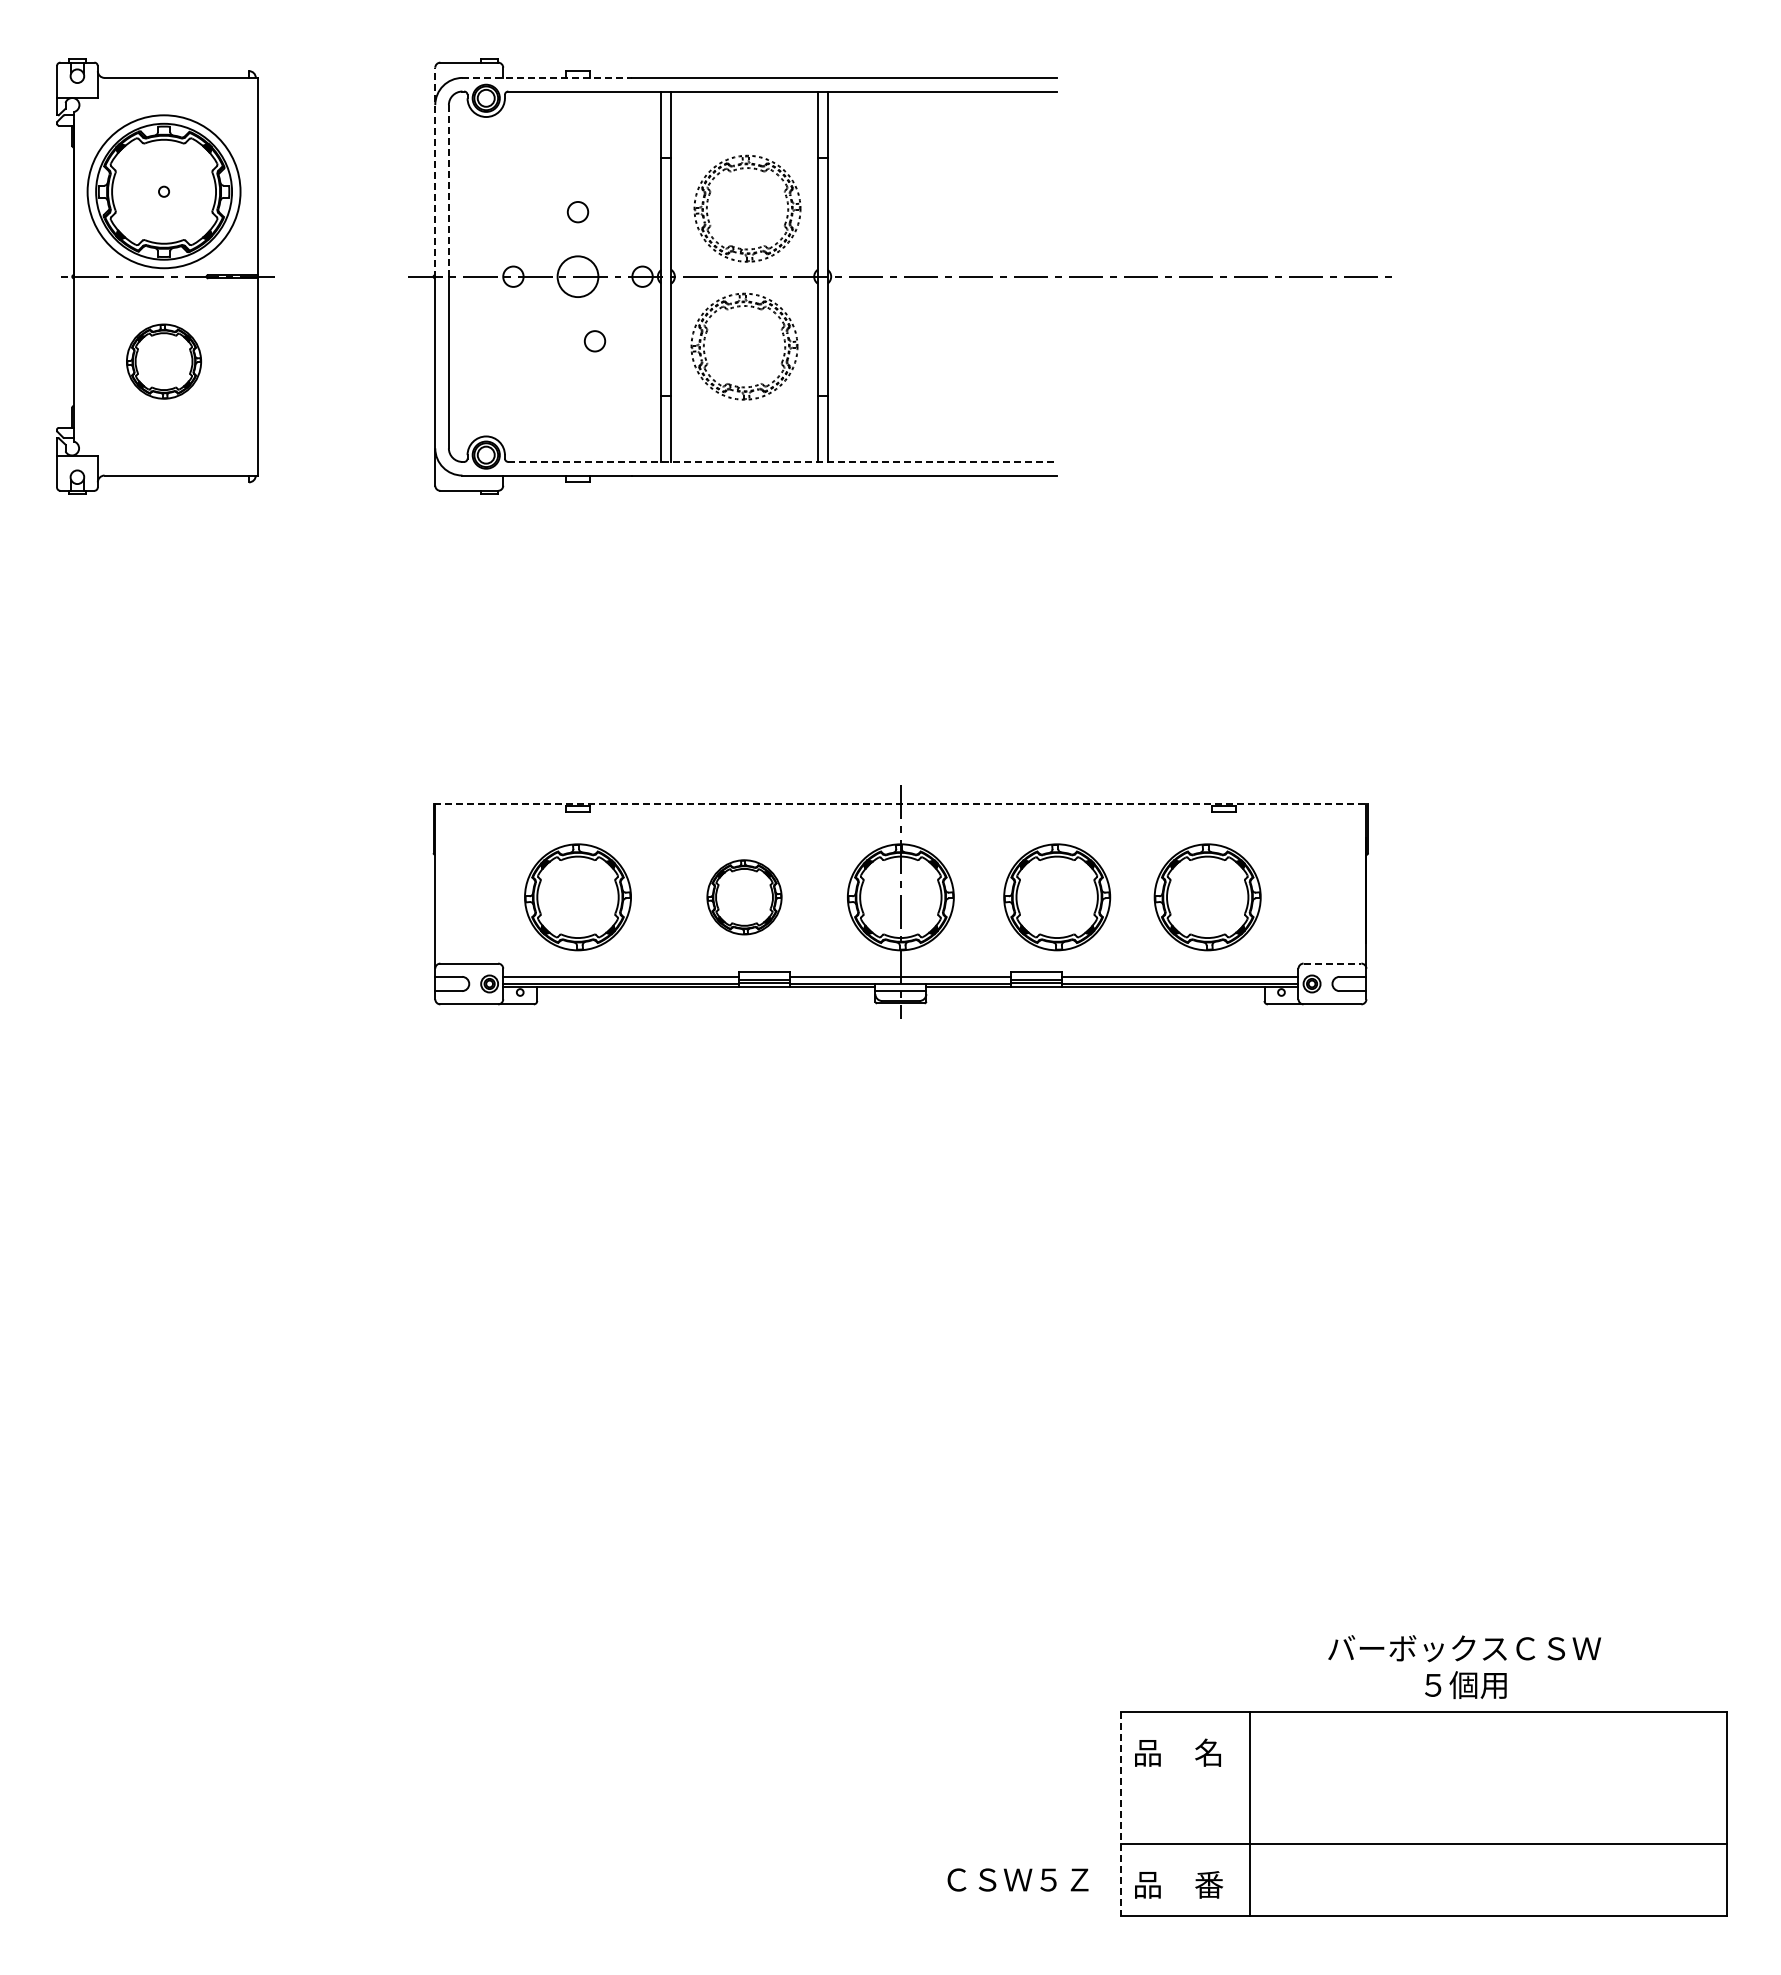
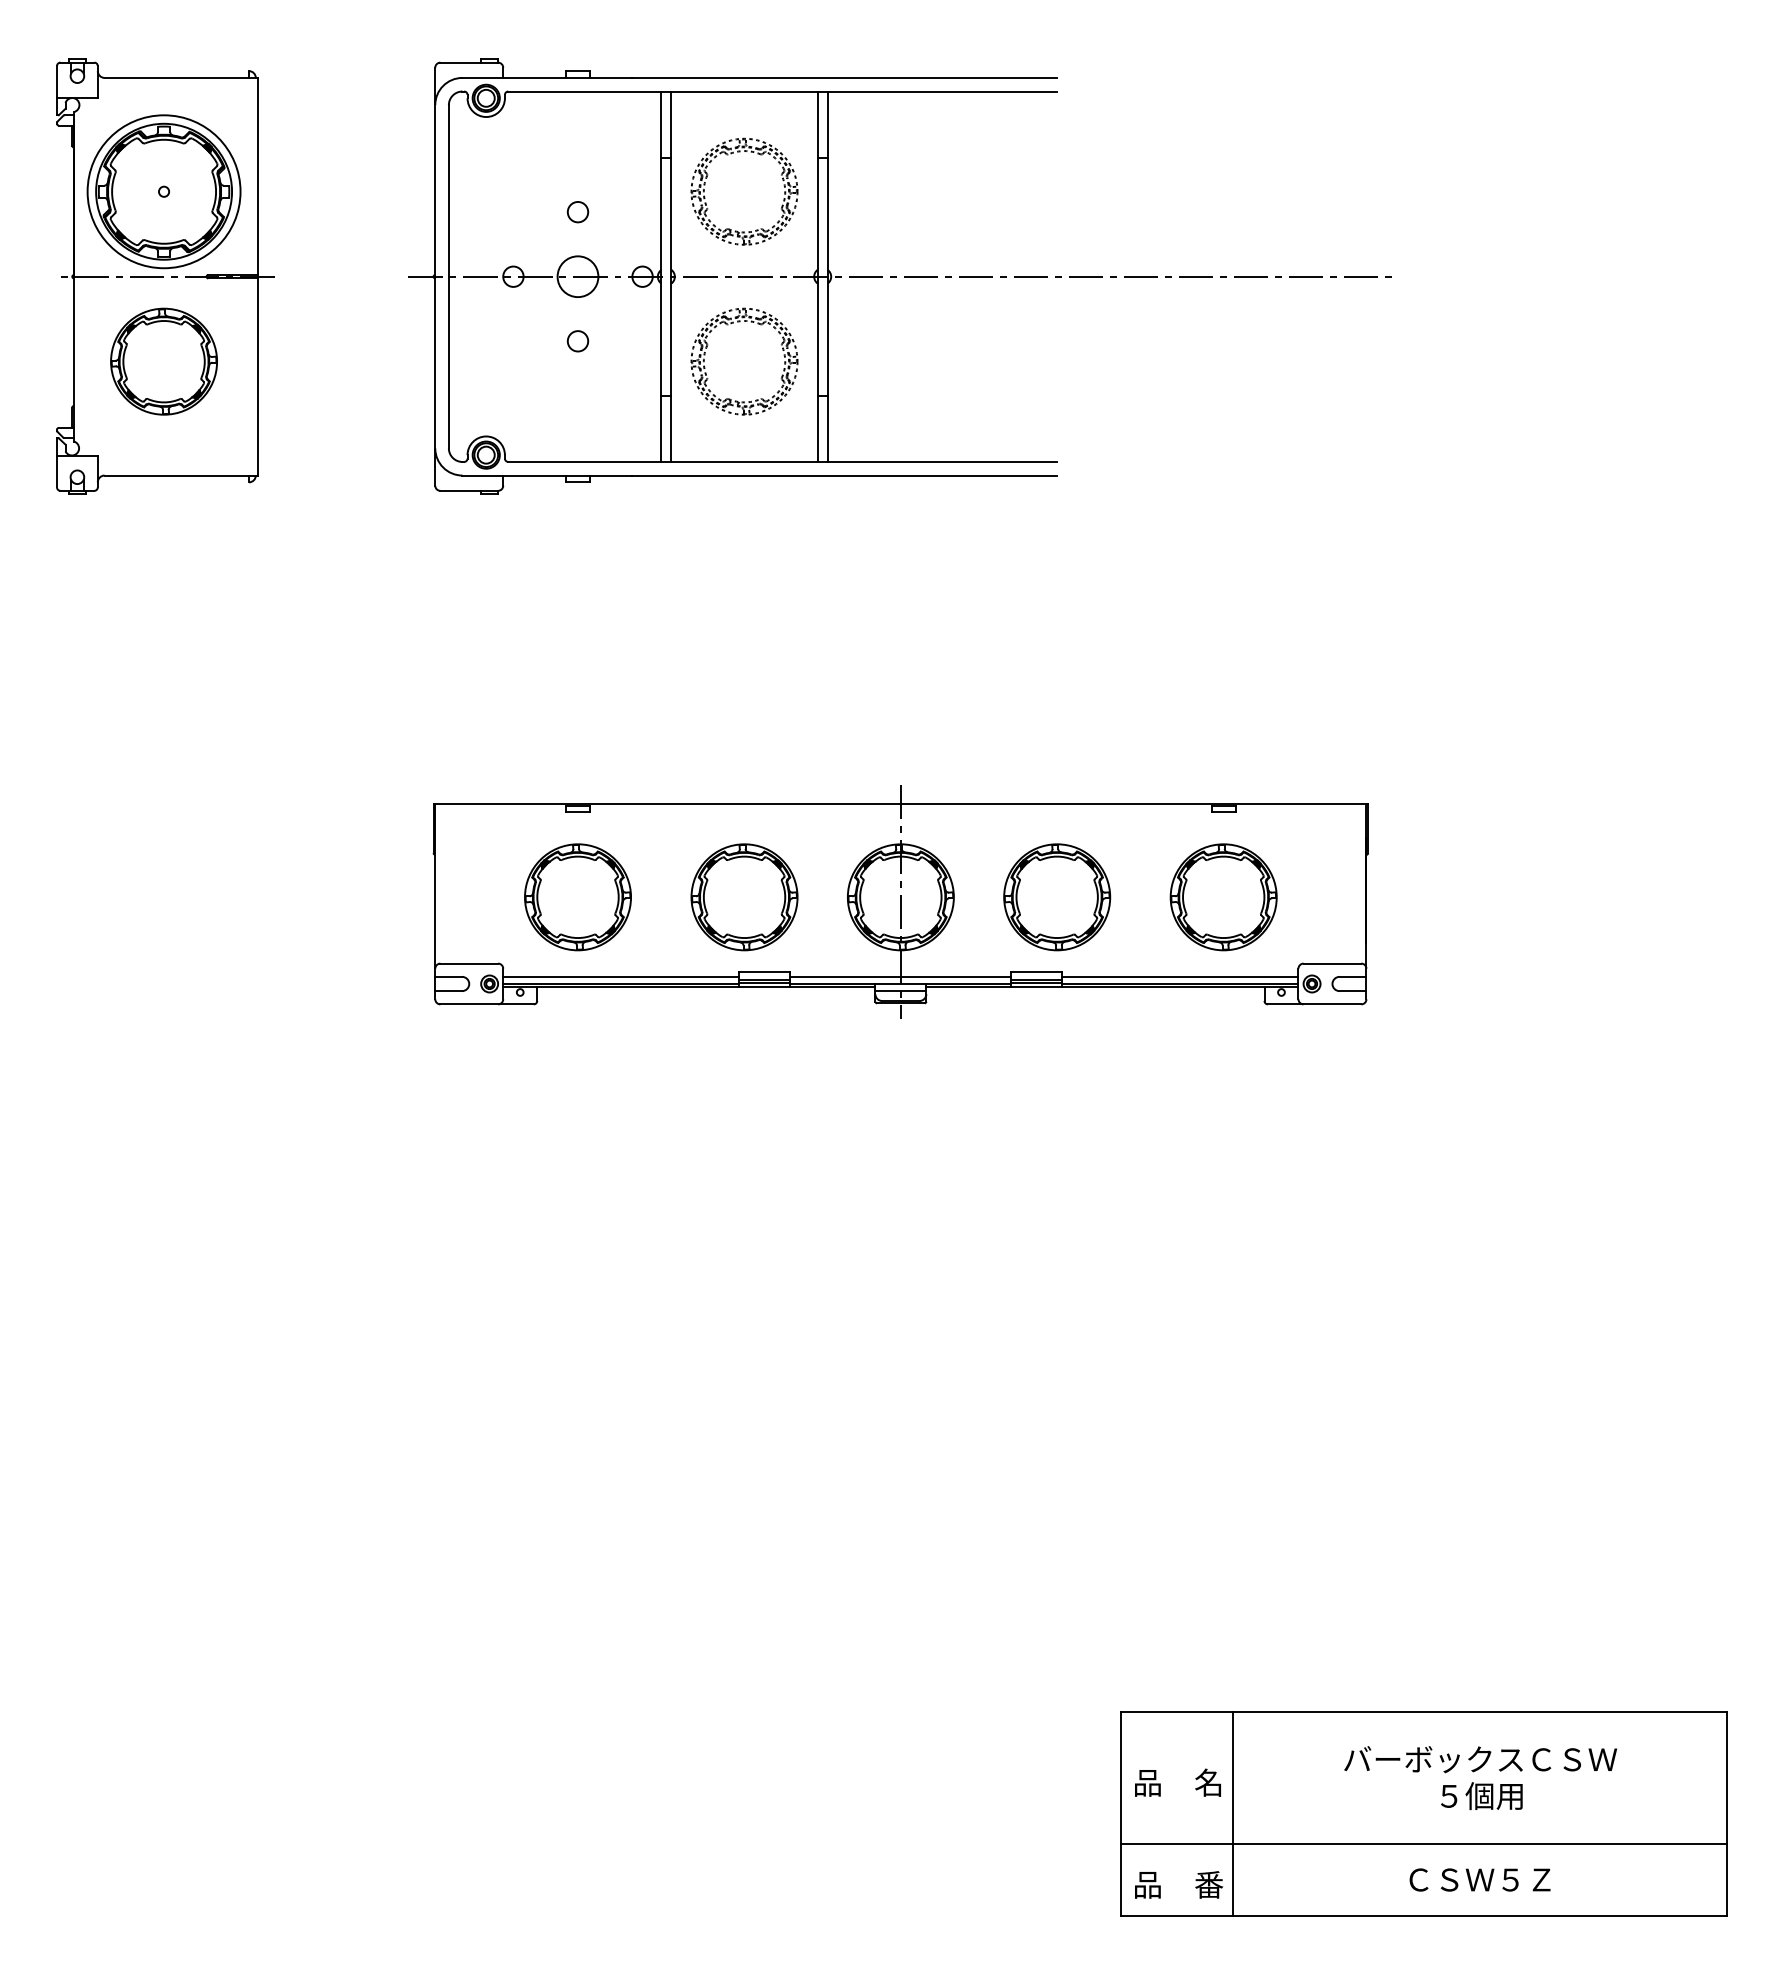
line at (547, 77): dashed -> solid
part at (743, 169) position: (743, 169) -> (740, 152)
line at (435, 172): dashed -> solid
line at (448, 190): dashed -> solid
part at (740, 307) position: (740, 307) -> (740, 322)
circle at (594, 341) position: (594, 341) -> (577, 341)
part at (164, 361) size: 77x77 px -> 108x109 px
line at (783, 461): dashed -> solid
line at (901, 803): dashed -> solid
part at (744, 897) size: 77x77 px -> 109x109 px
part at (1207, 897) position: (1207, 897) -> (1223, 897)
line at (1332, 963): dashed -> solid
text at (1464, 1667) position: (1464, 1667) -> (1480, 1778)
text at (1177, 1752) position: (1177, 1752) -> (1177, 1782)
line at (1120, 1813): dashed -> solid
line at (1249, 1813) position: (1249, 1813) -> (1232, 1813)
text at (1017, 1879) position: (1017, 1879) -> (1479, 1879)
